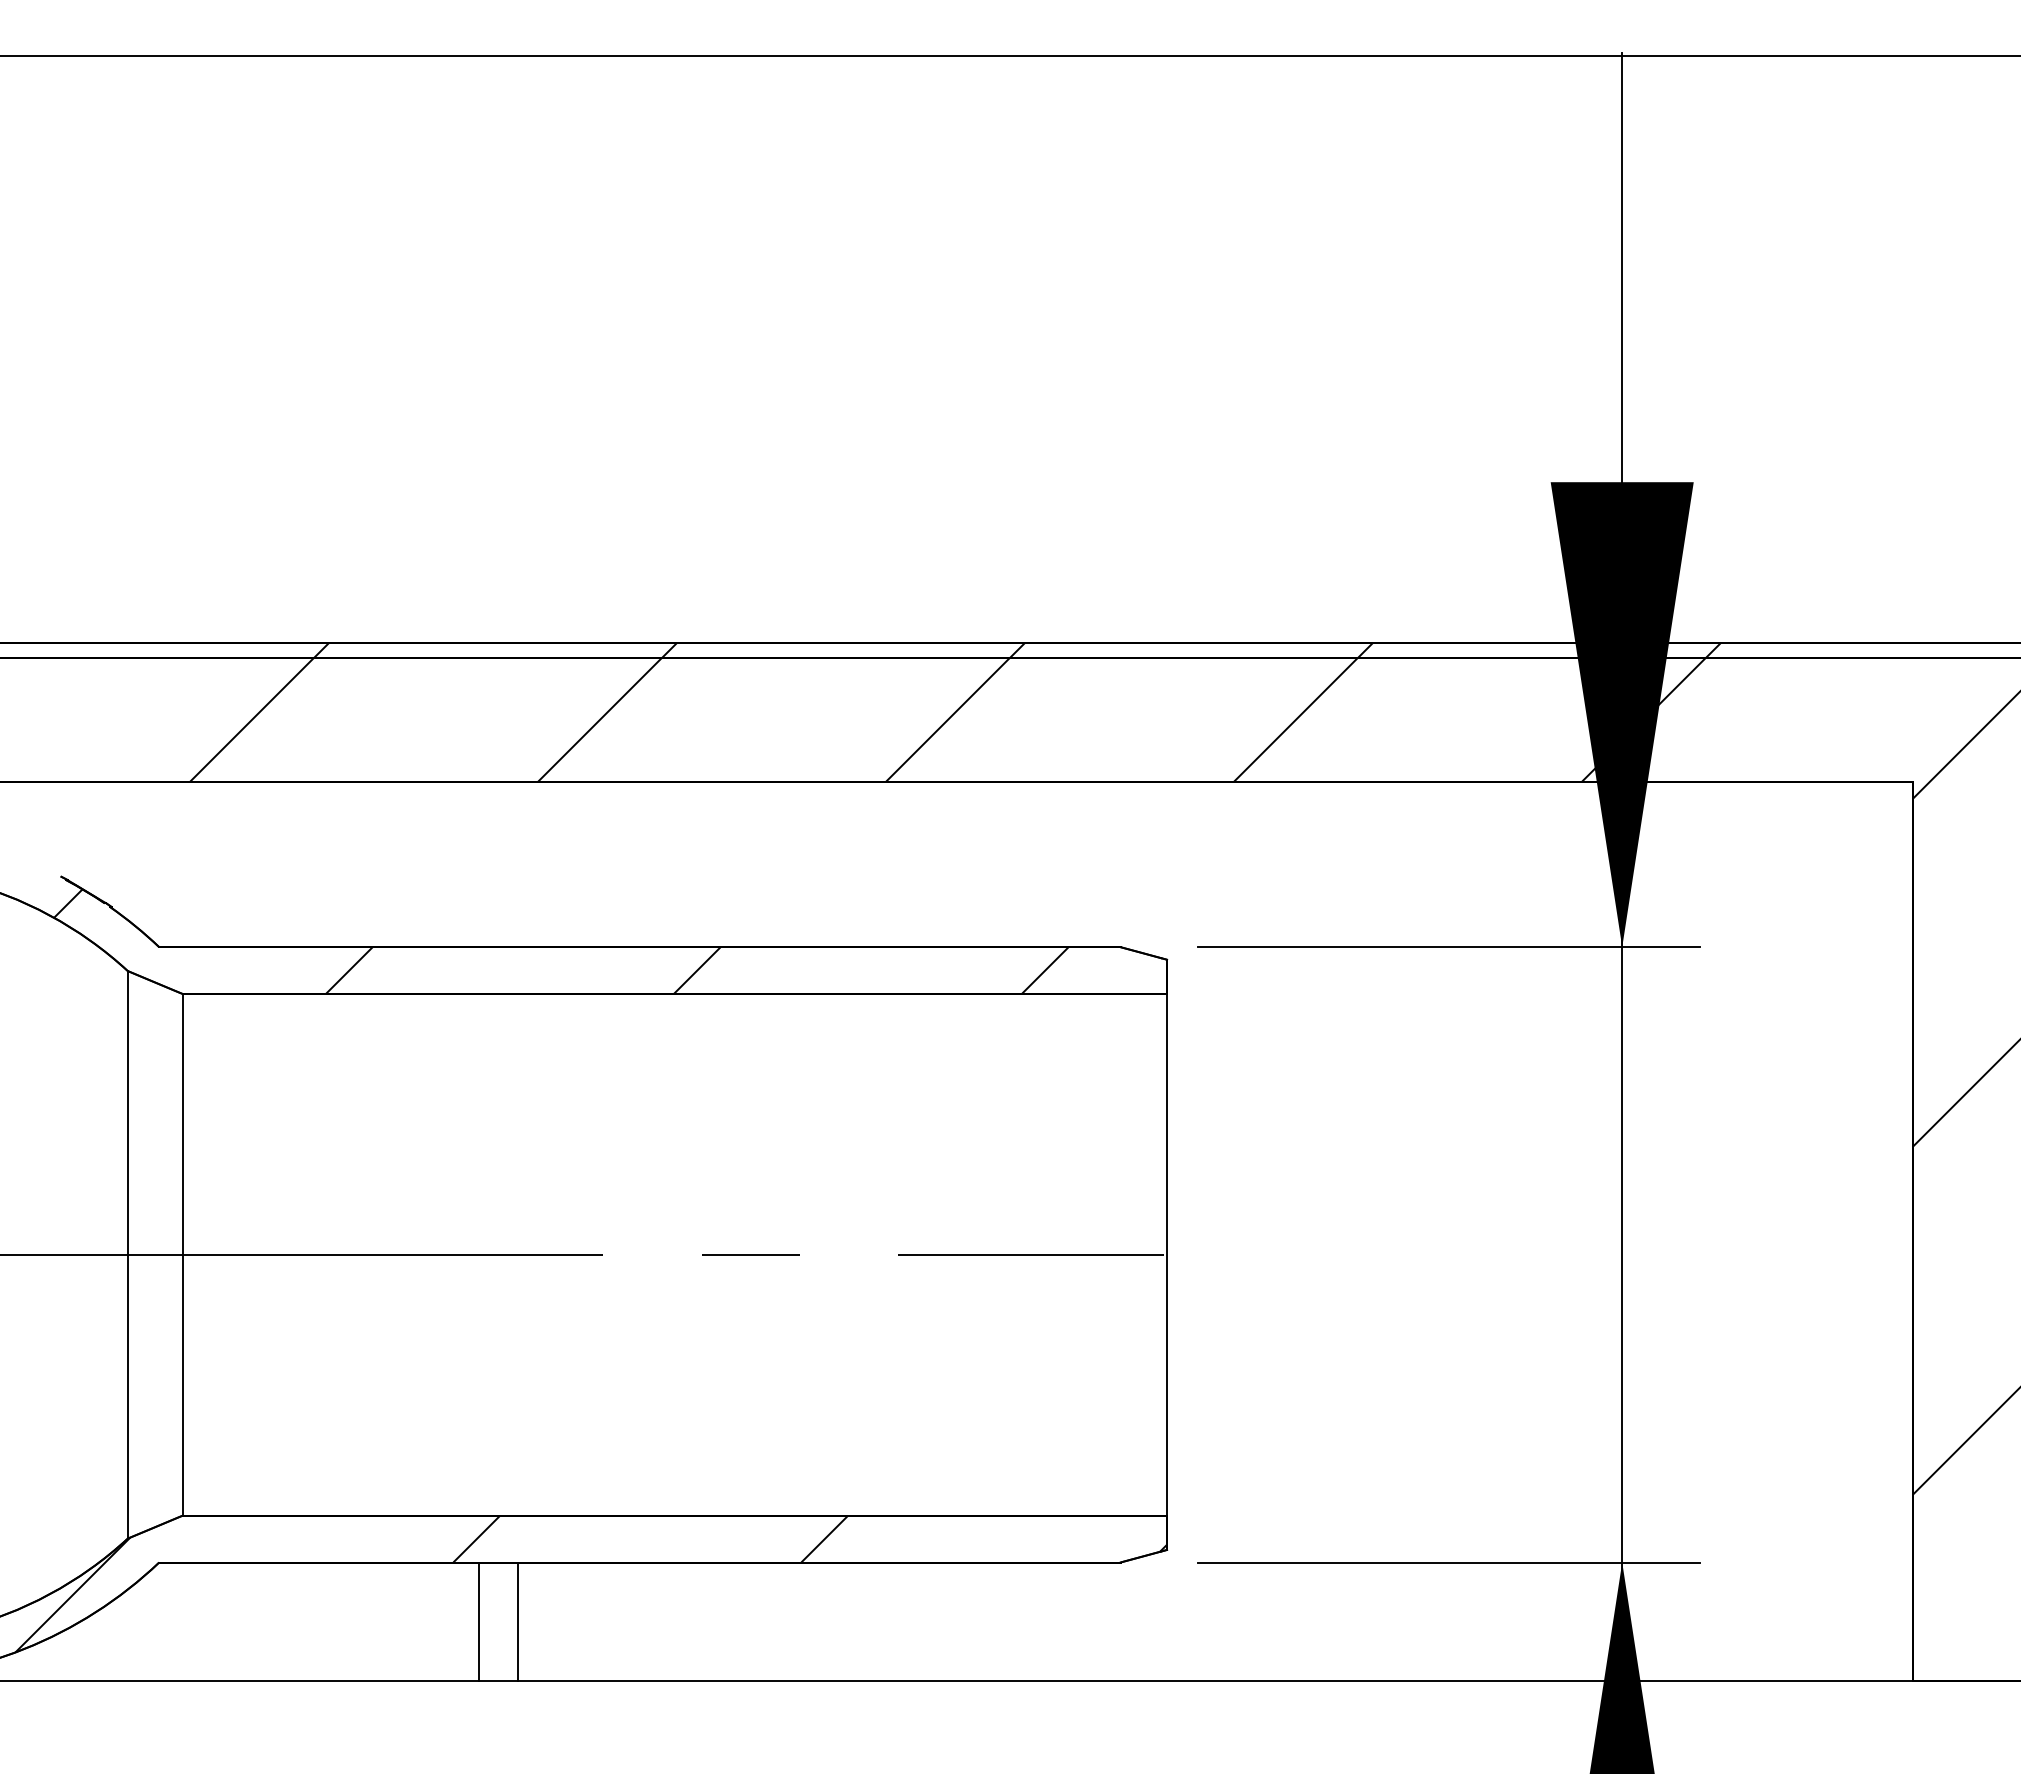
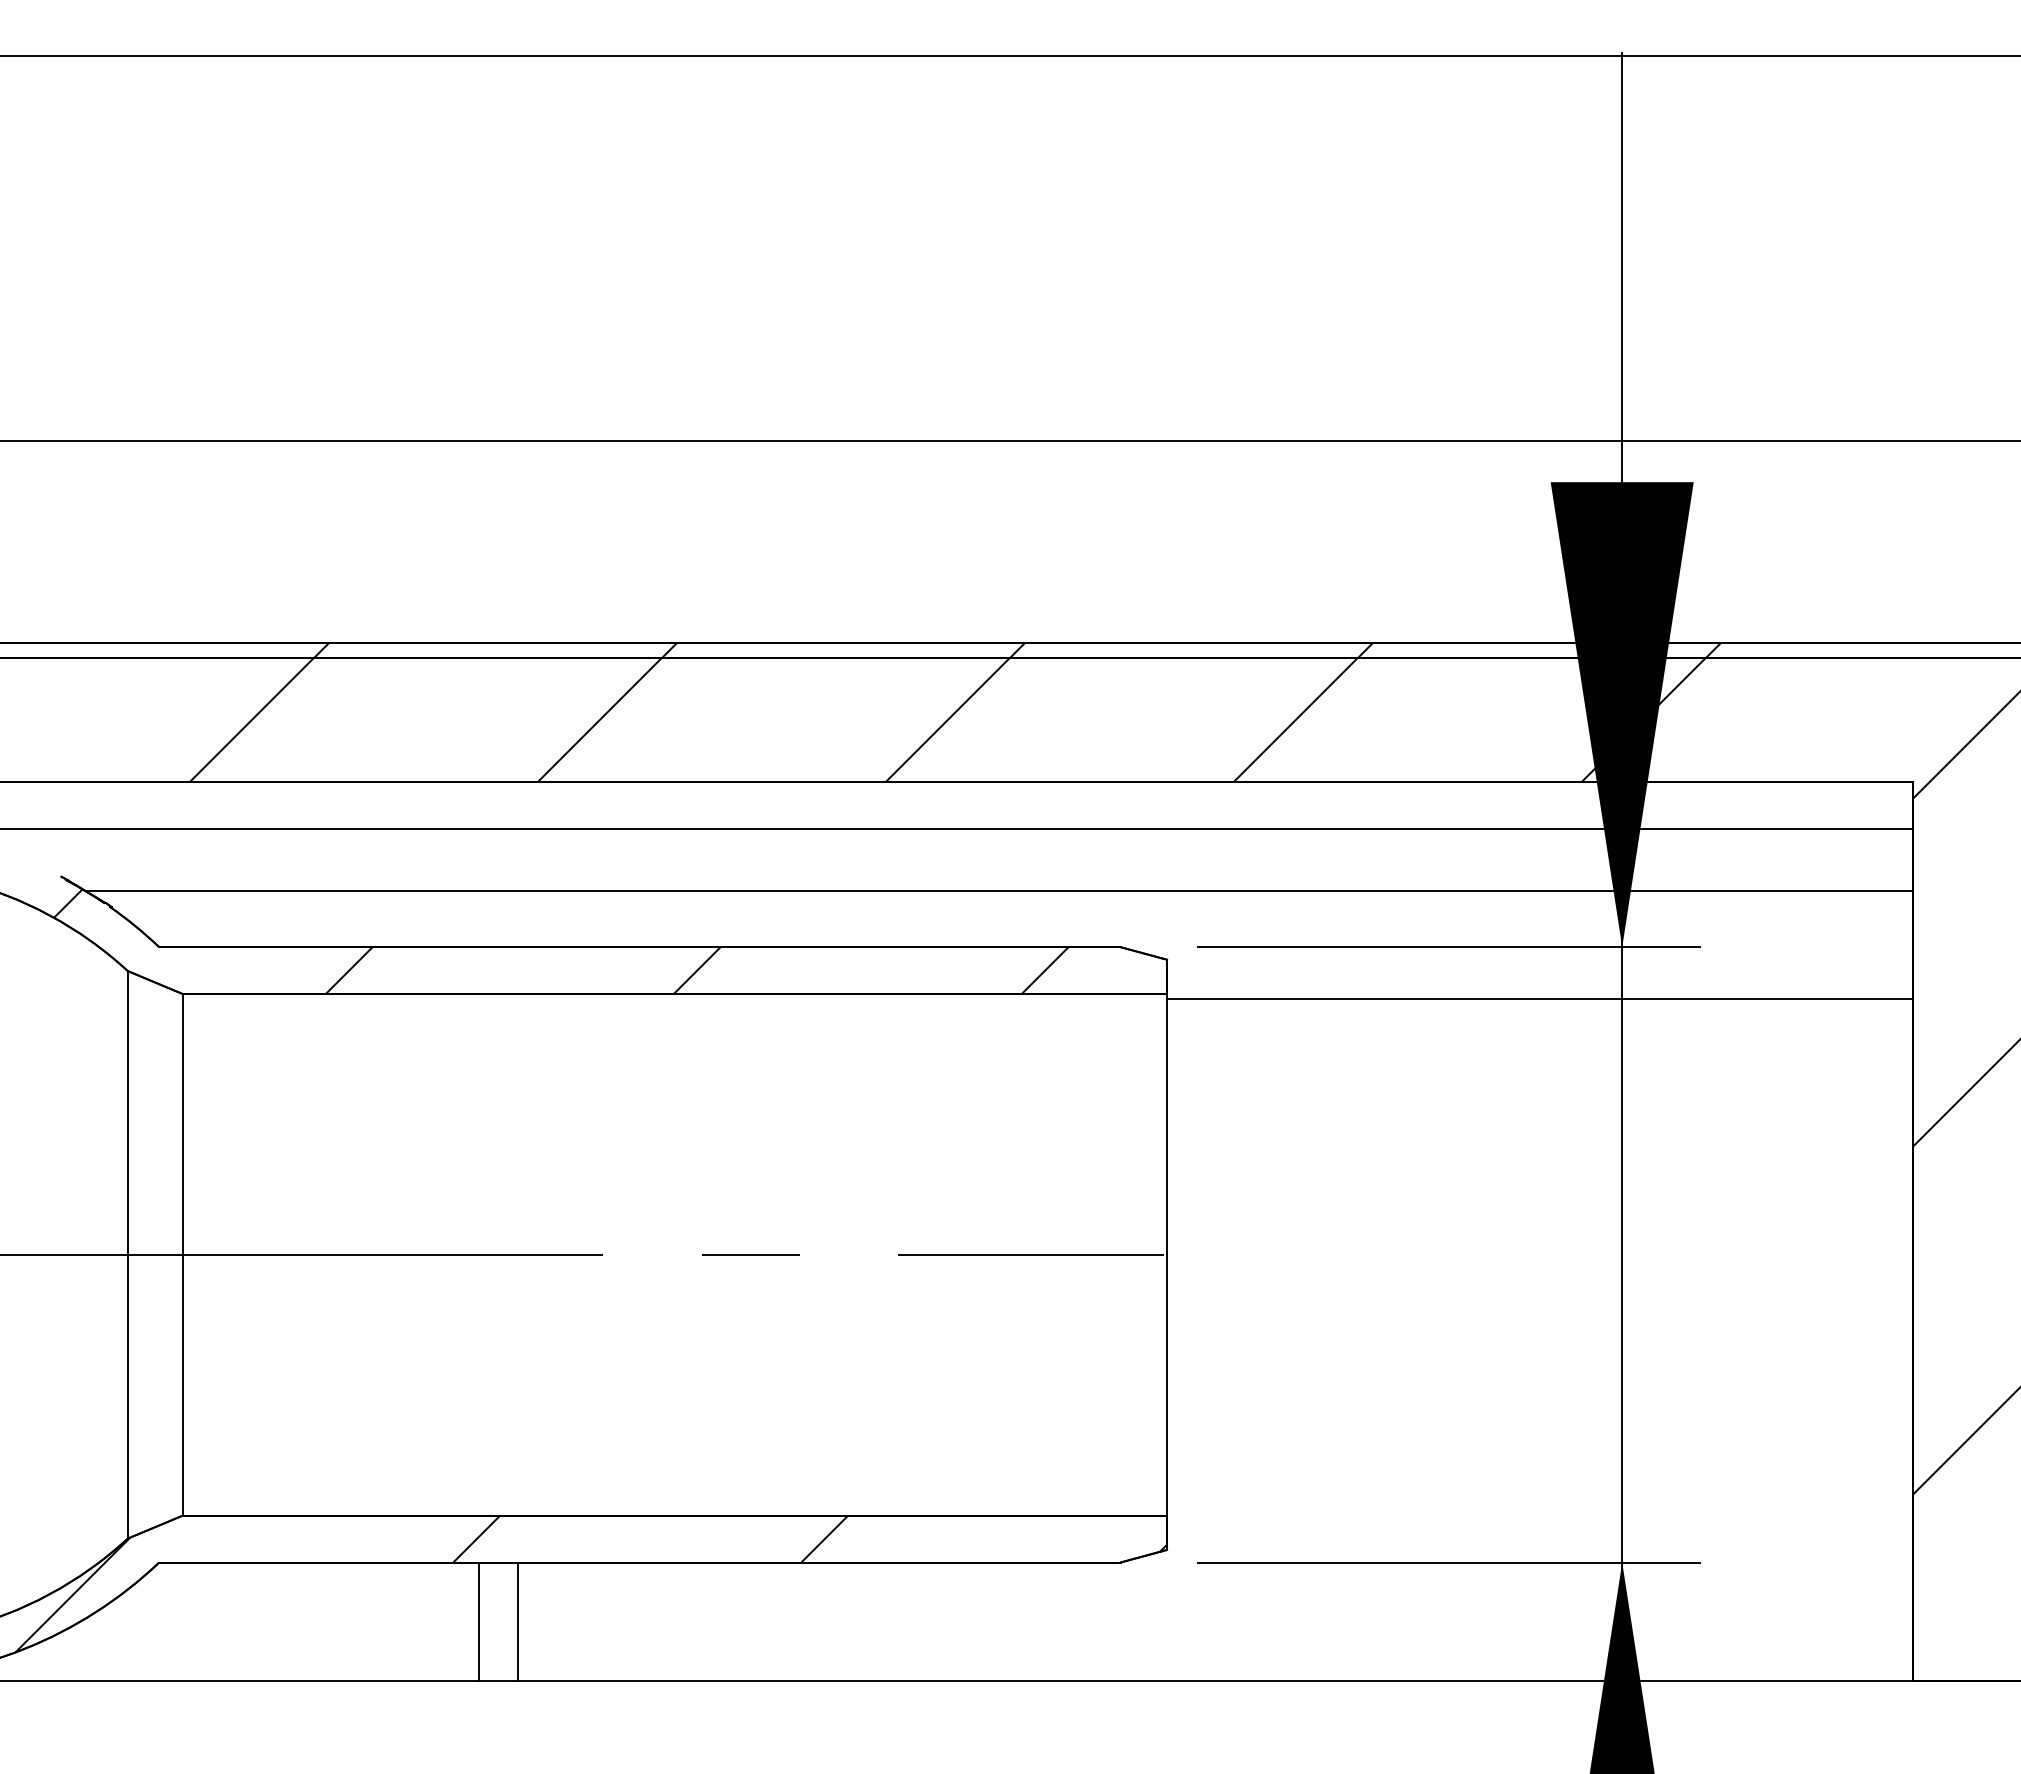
line at (1009, 441): none -> present
line at (957, 828): none -> present
line at (998, 890): none -> present
line at (1539, 999): none -> present
